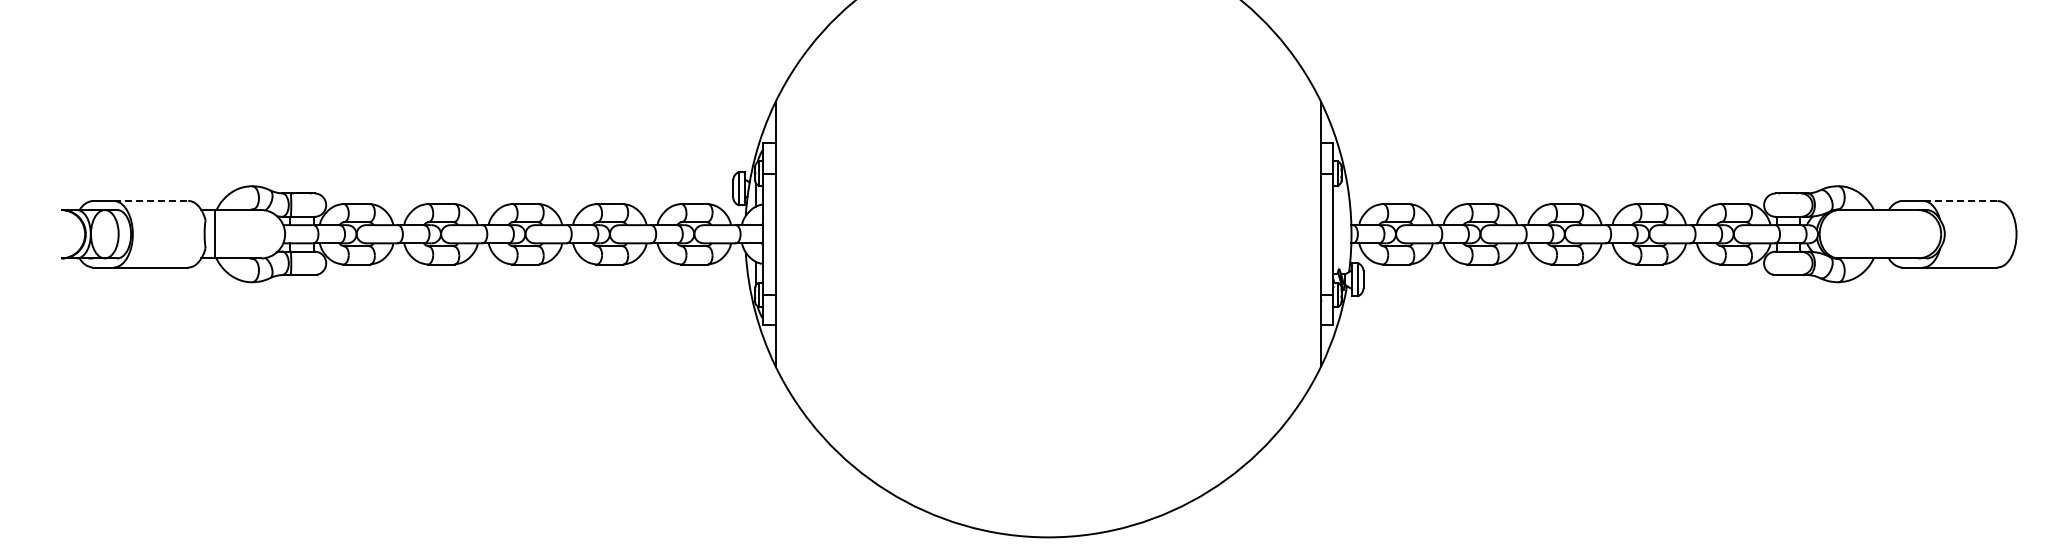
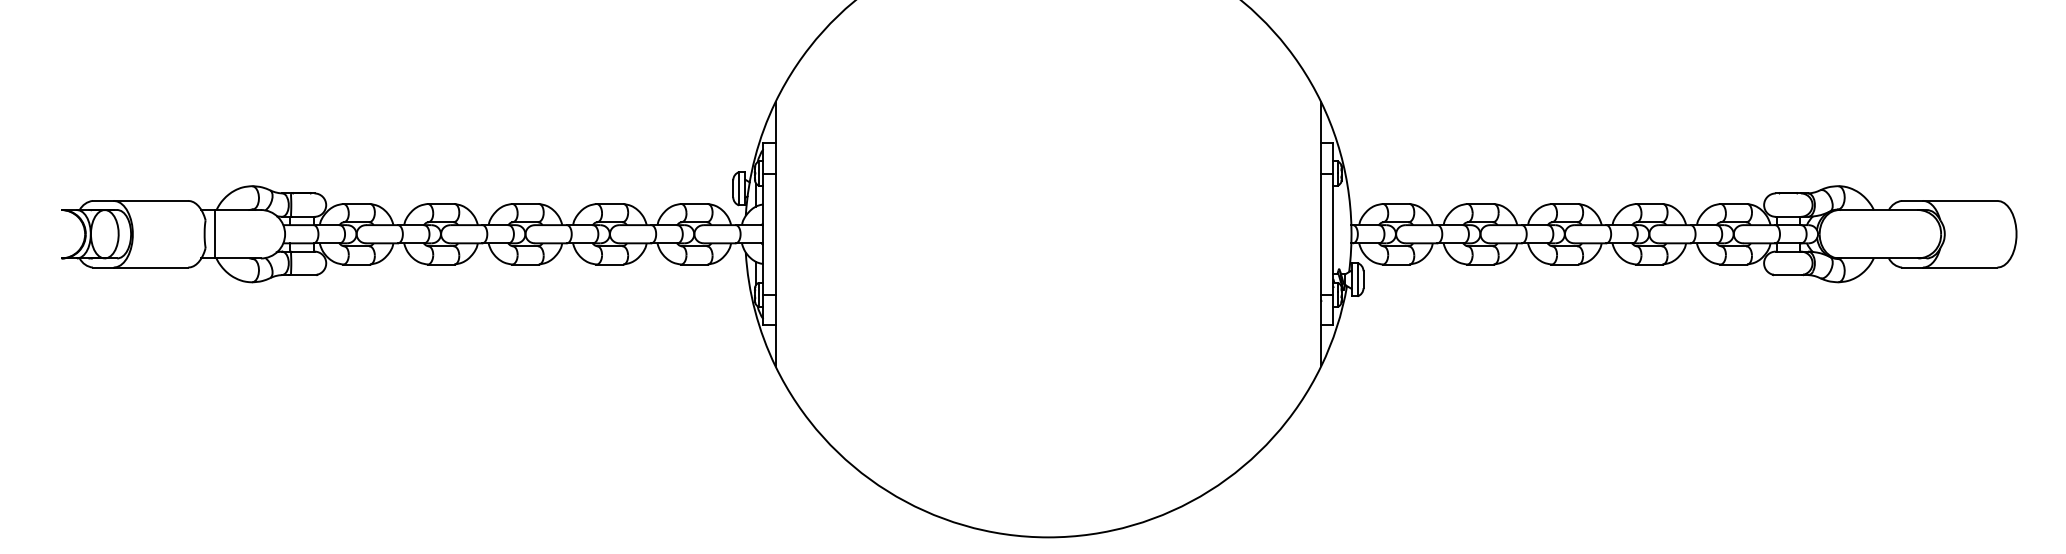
line at (151, 200): dashed -> solid
line at (1959, 200): dashed -> solid
